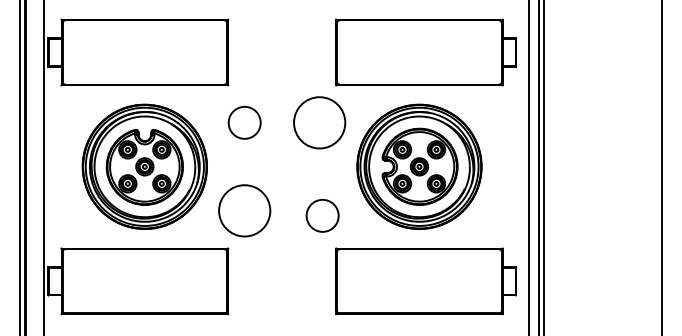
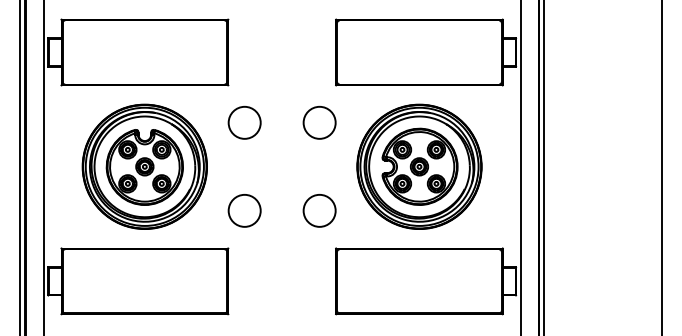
circle at (319, 122) diameter: 51 px -> 32 px
line at (528, 167) position: (528, 167) -> (520, 167)
circle at (244, 210) diameter: 51 px -> 32 px
circle at (322, 215) position: (322, 215) -> (319, 210)
